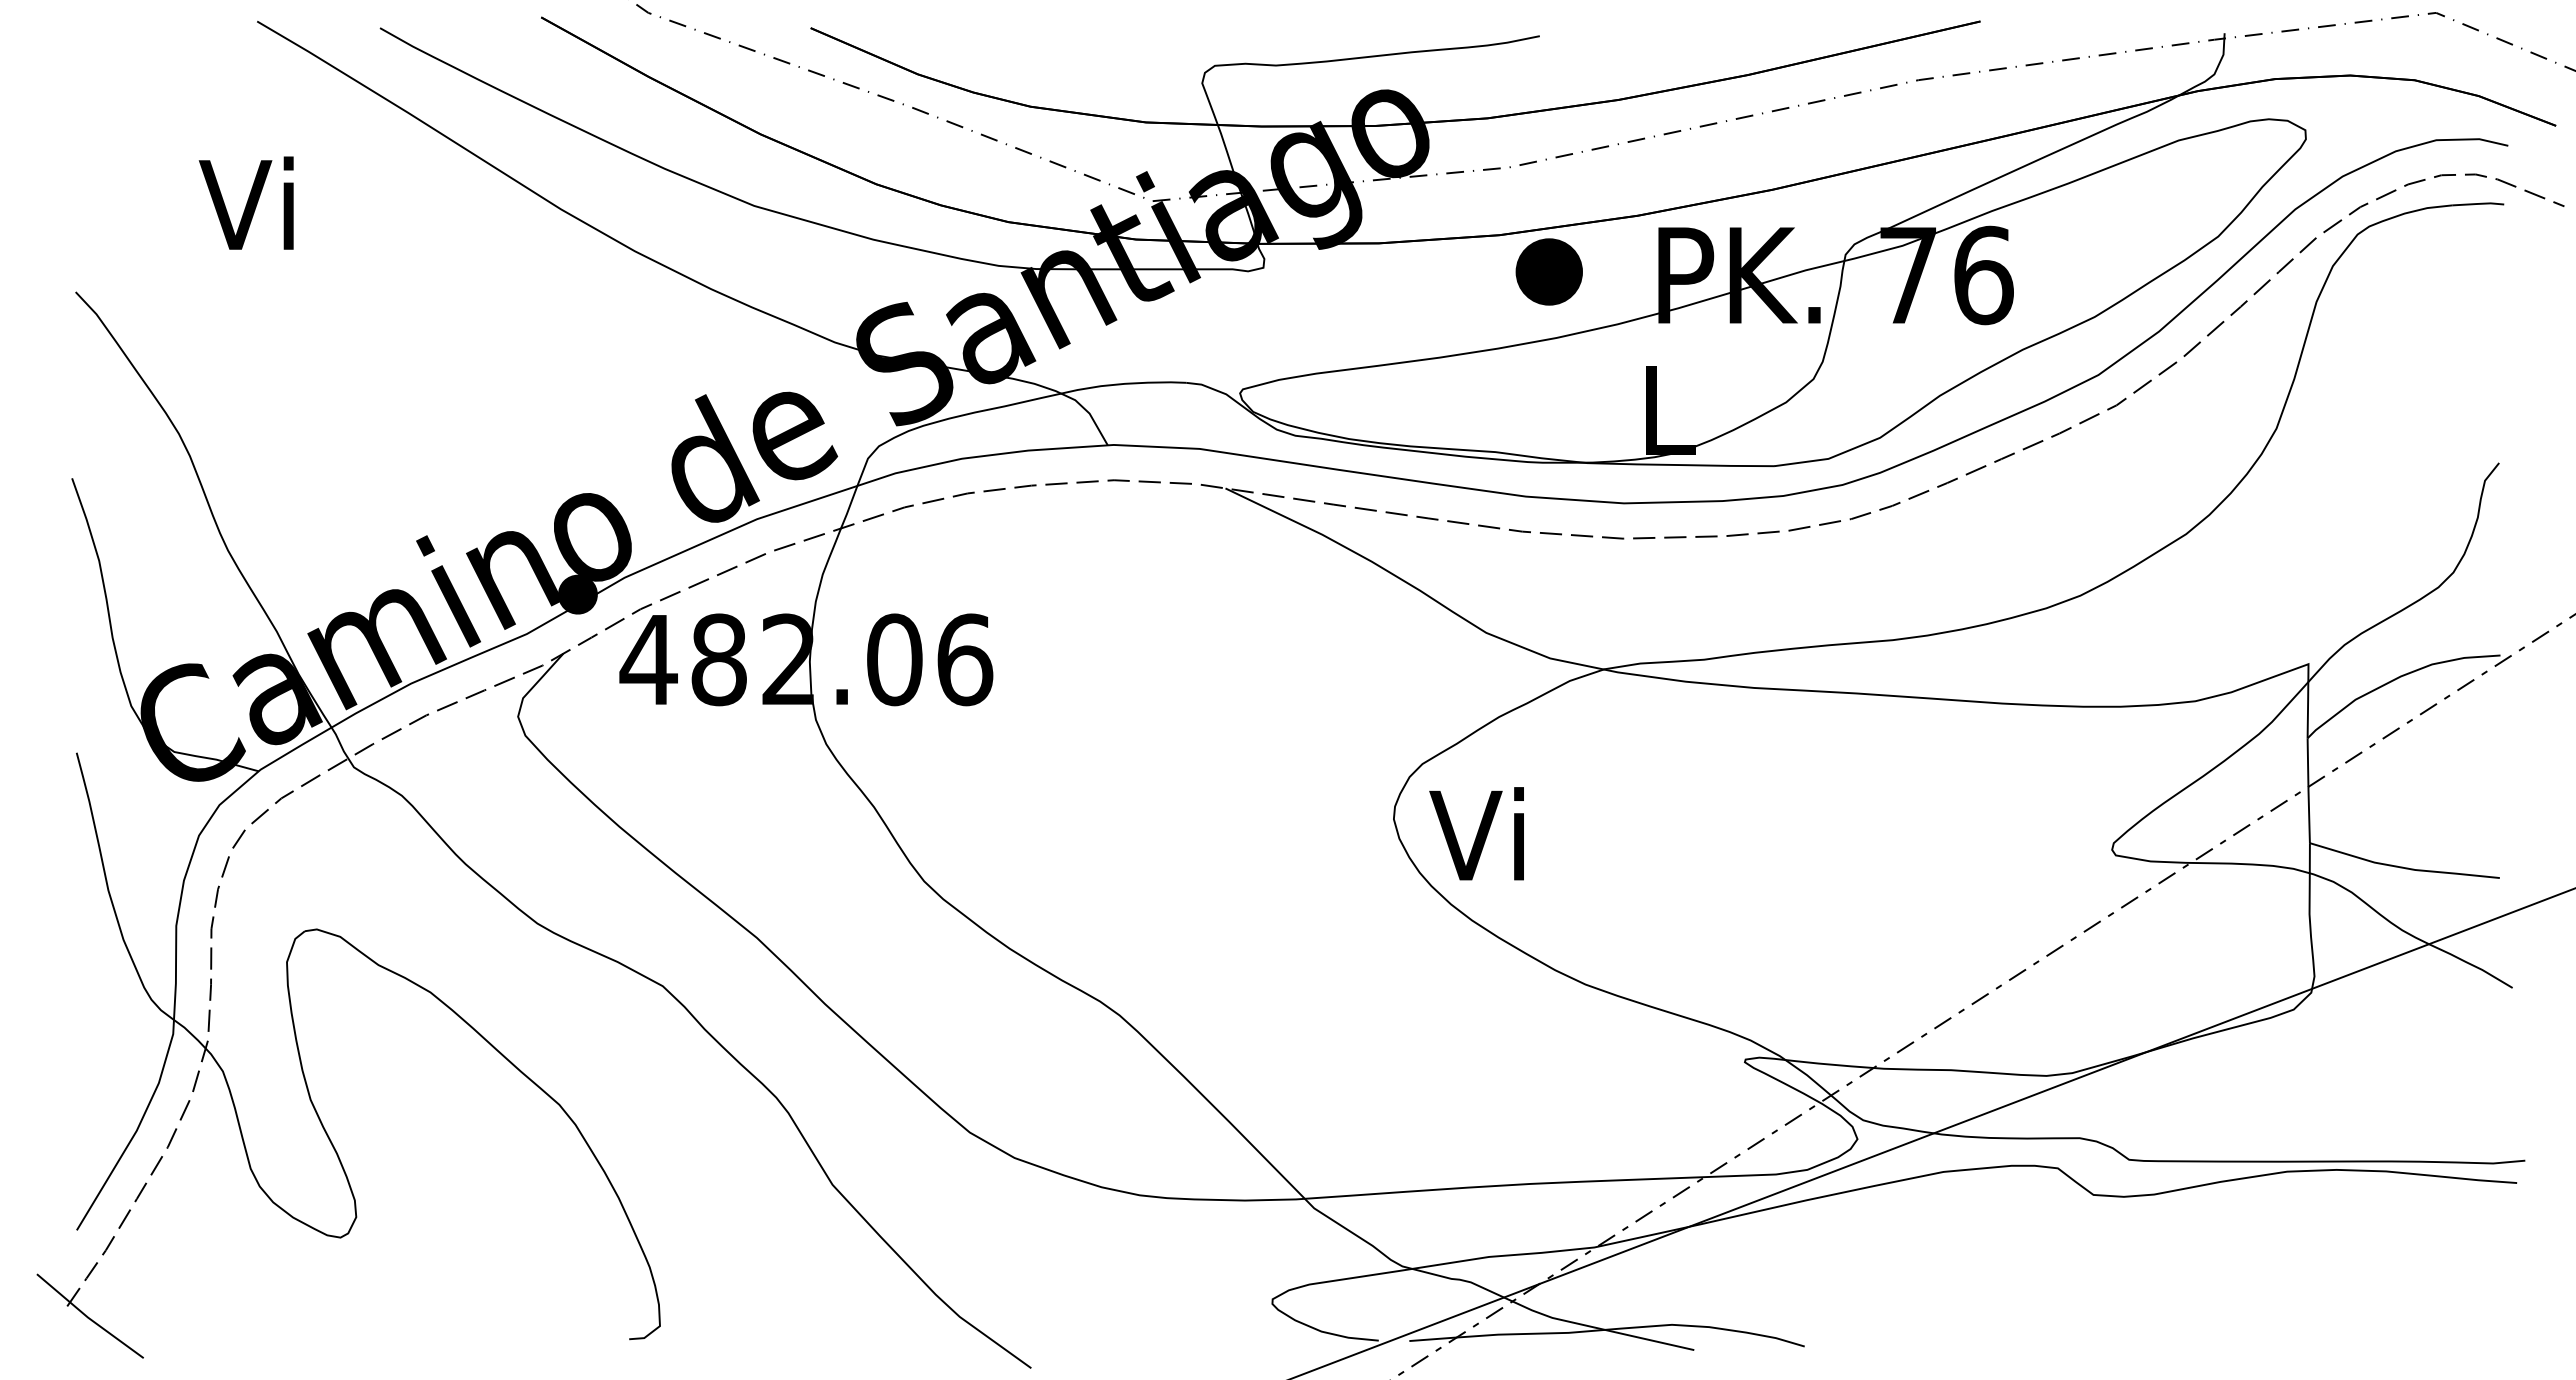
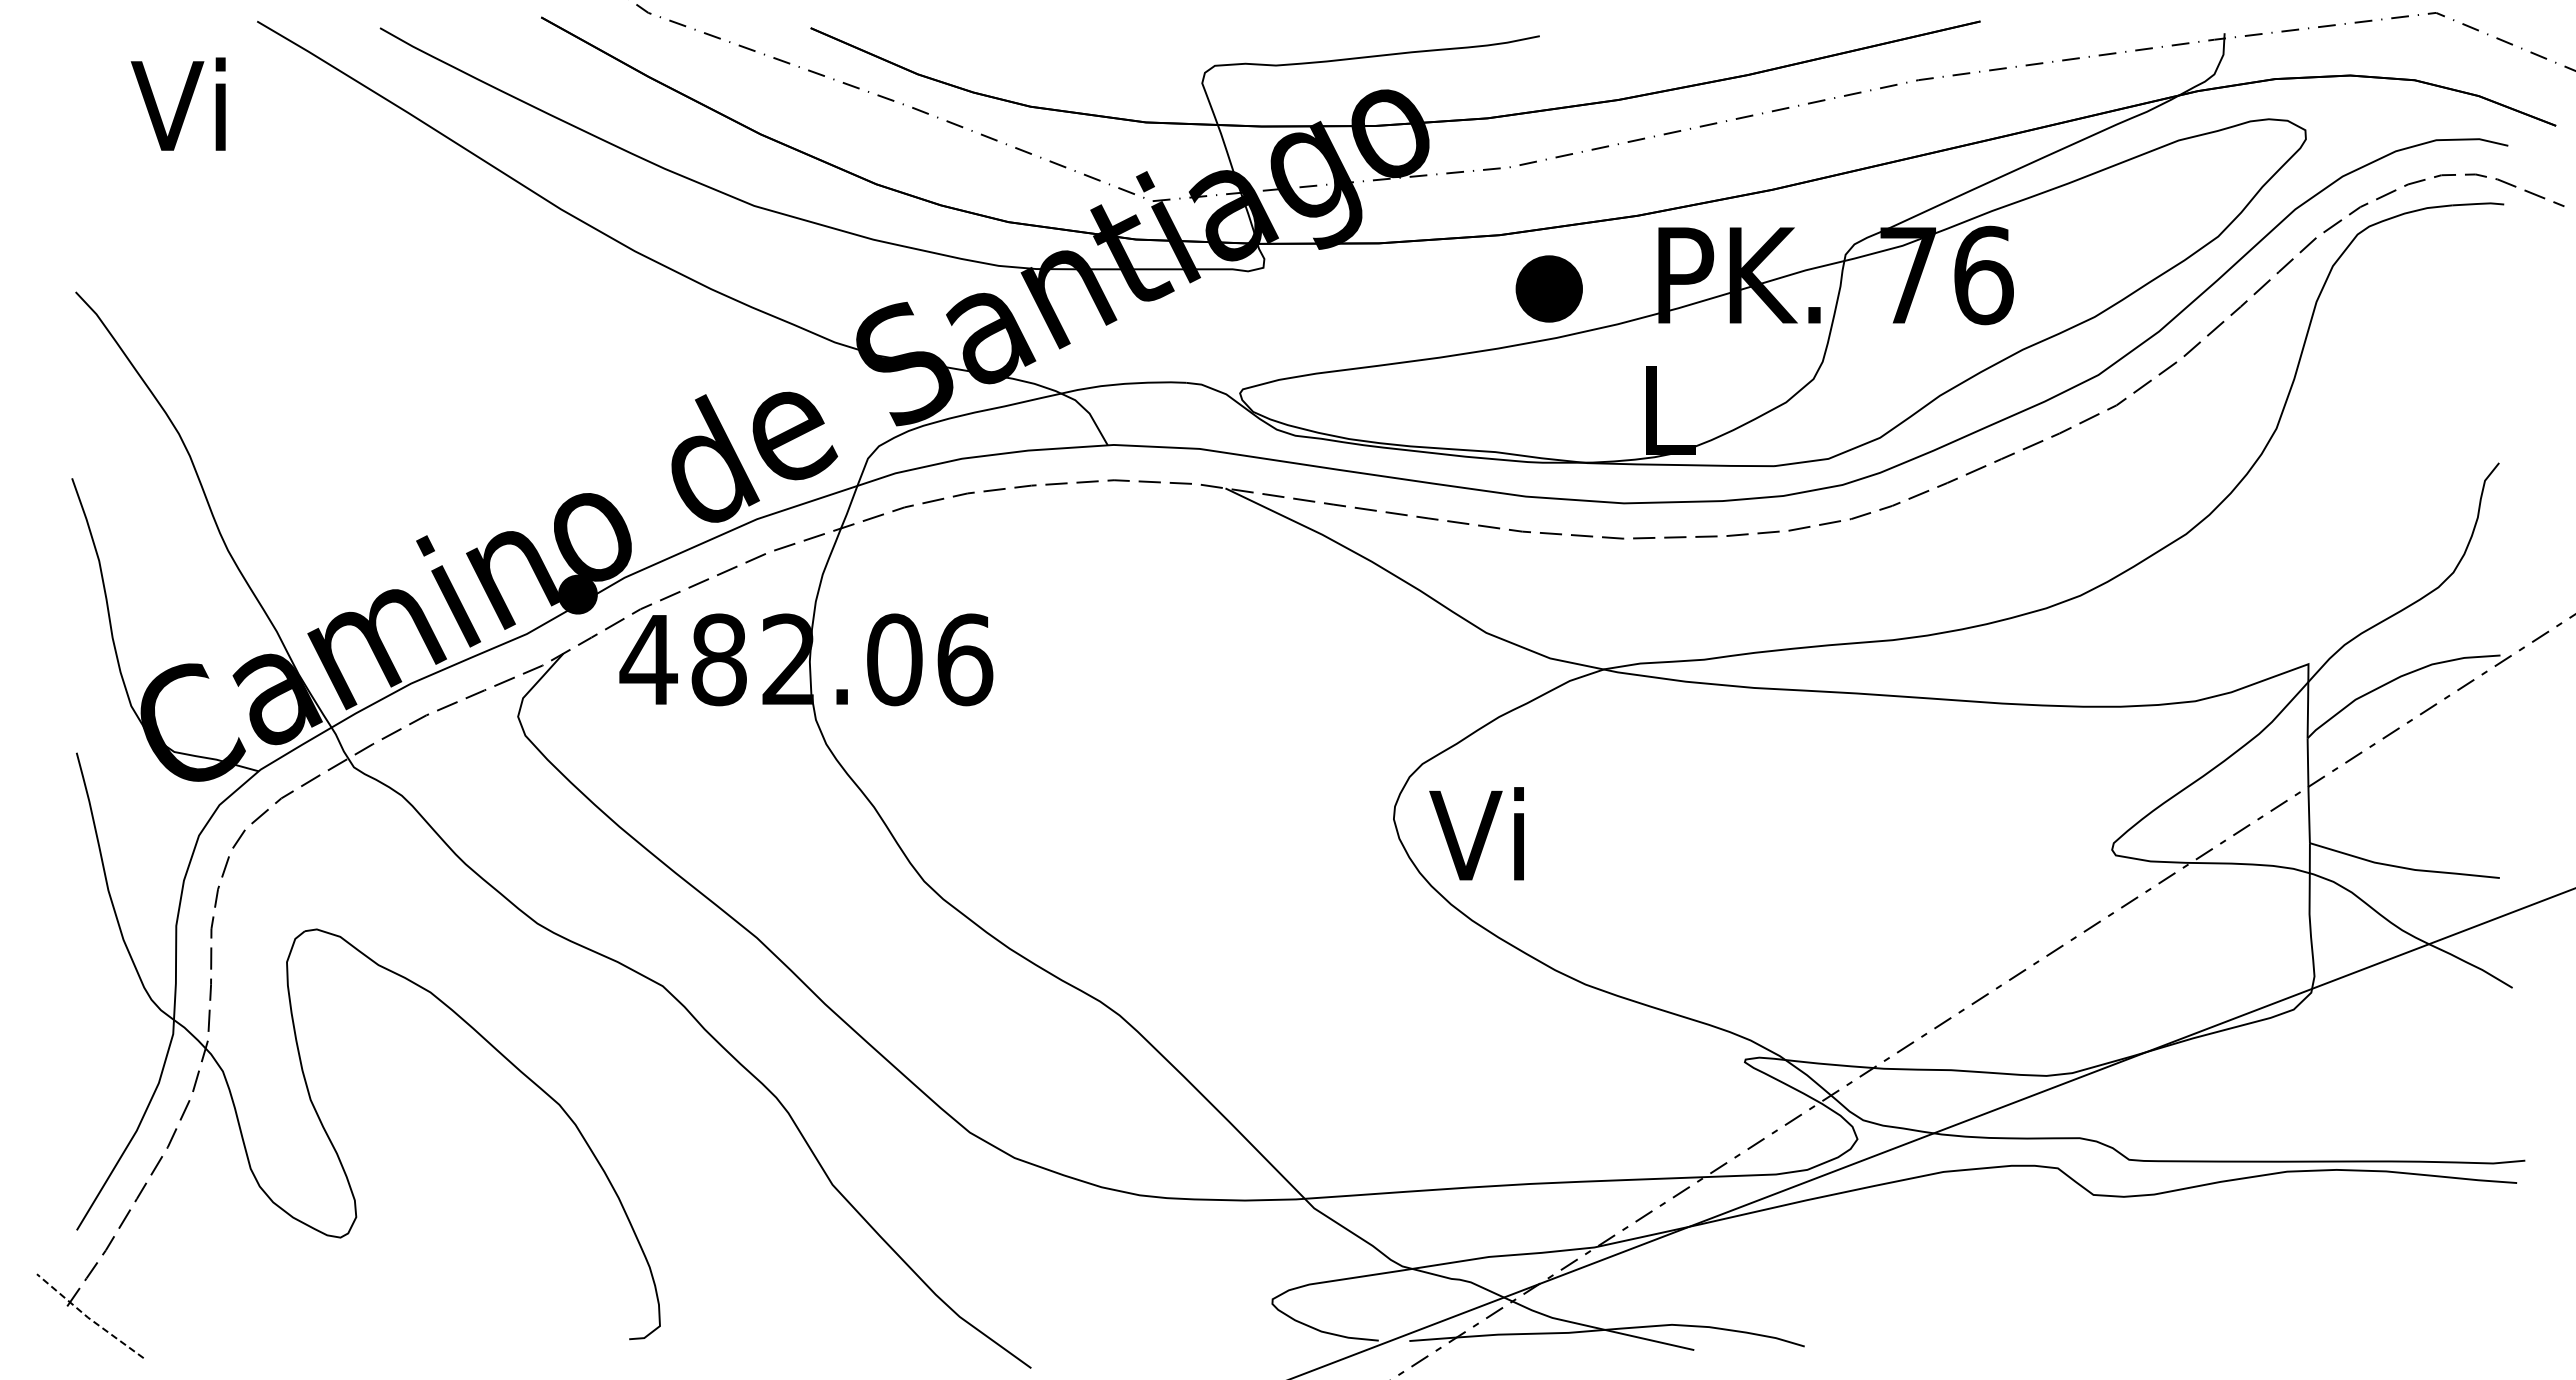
text at (245, 202) position: (245, 202) -> (177, 103)
part at (1548, 271) position: (1548, 271) -> (1548, 288)
line at (87, 1317): solid -> dashed
